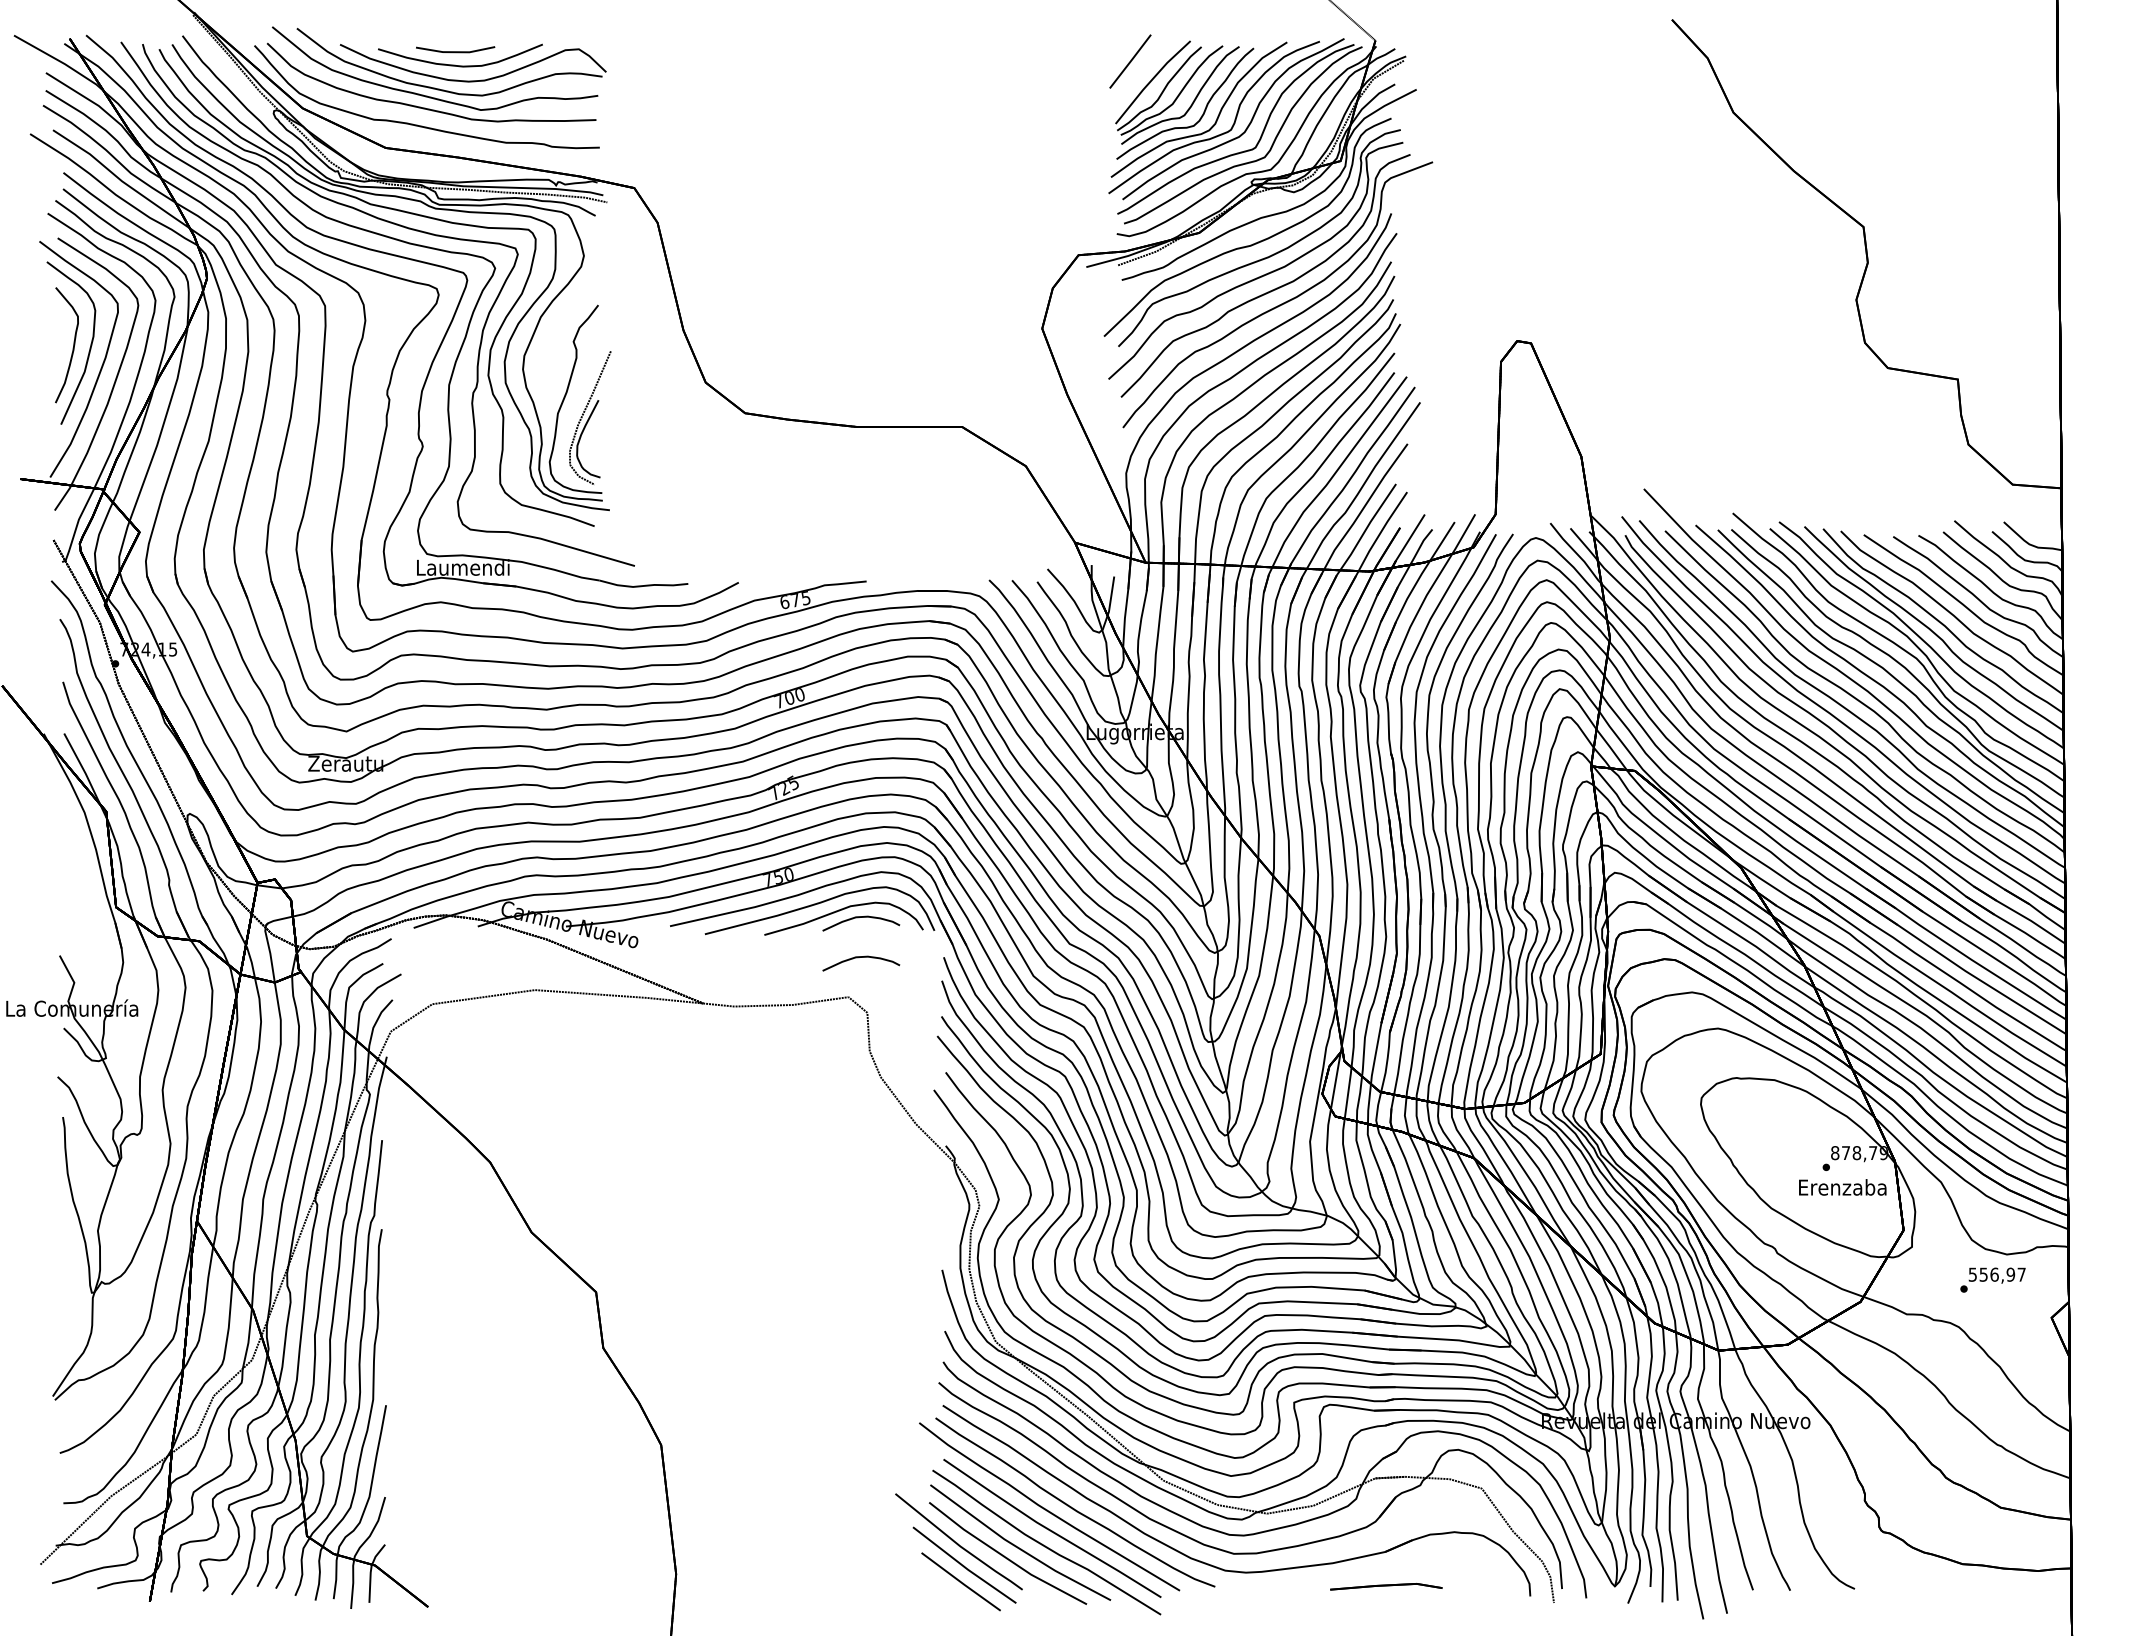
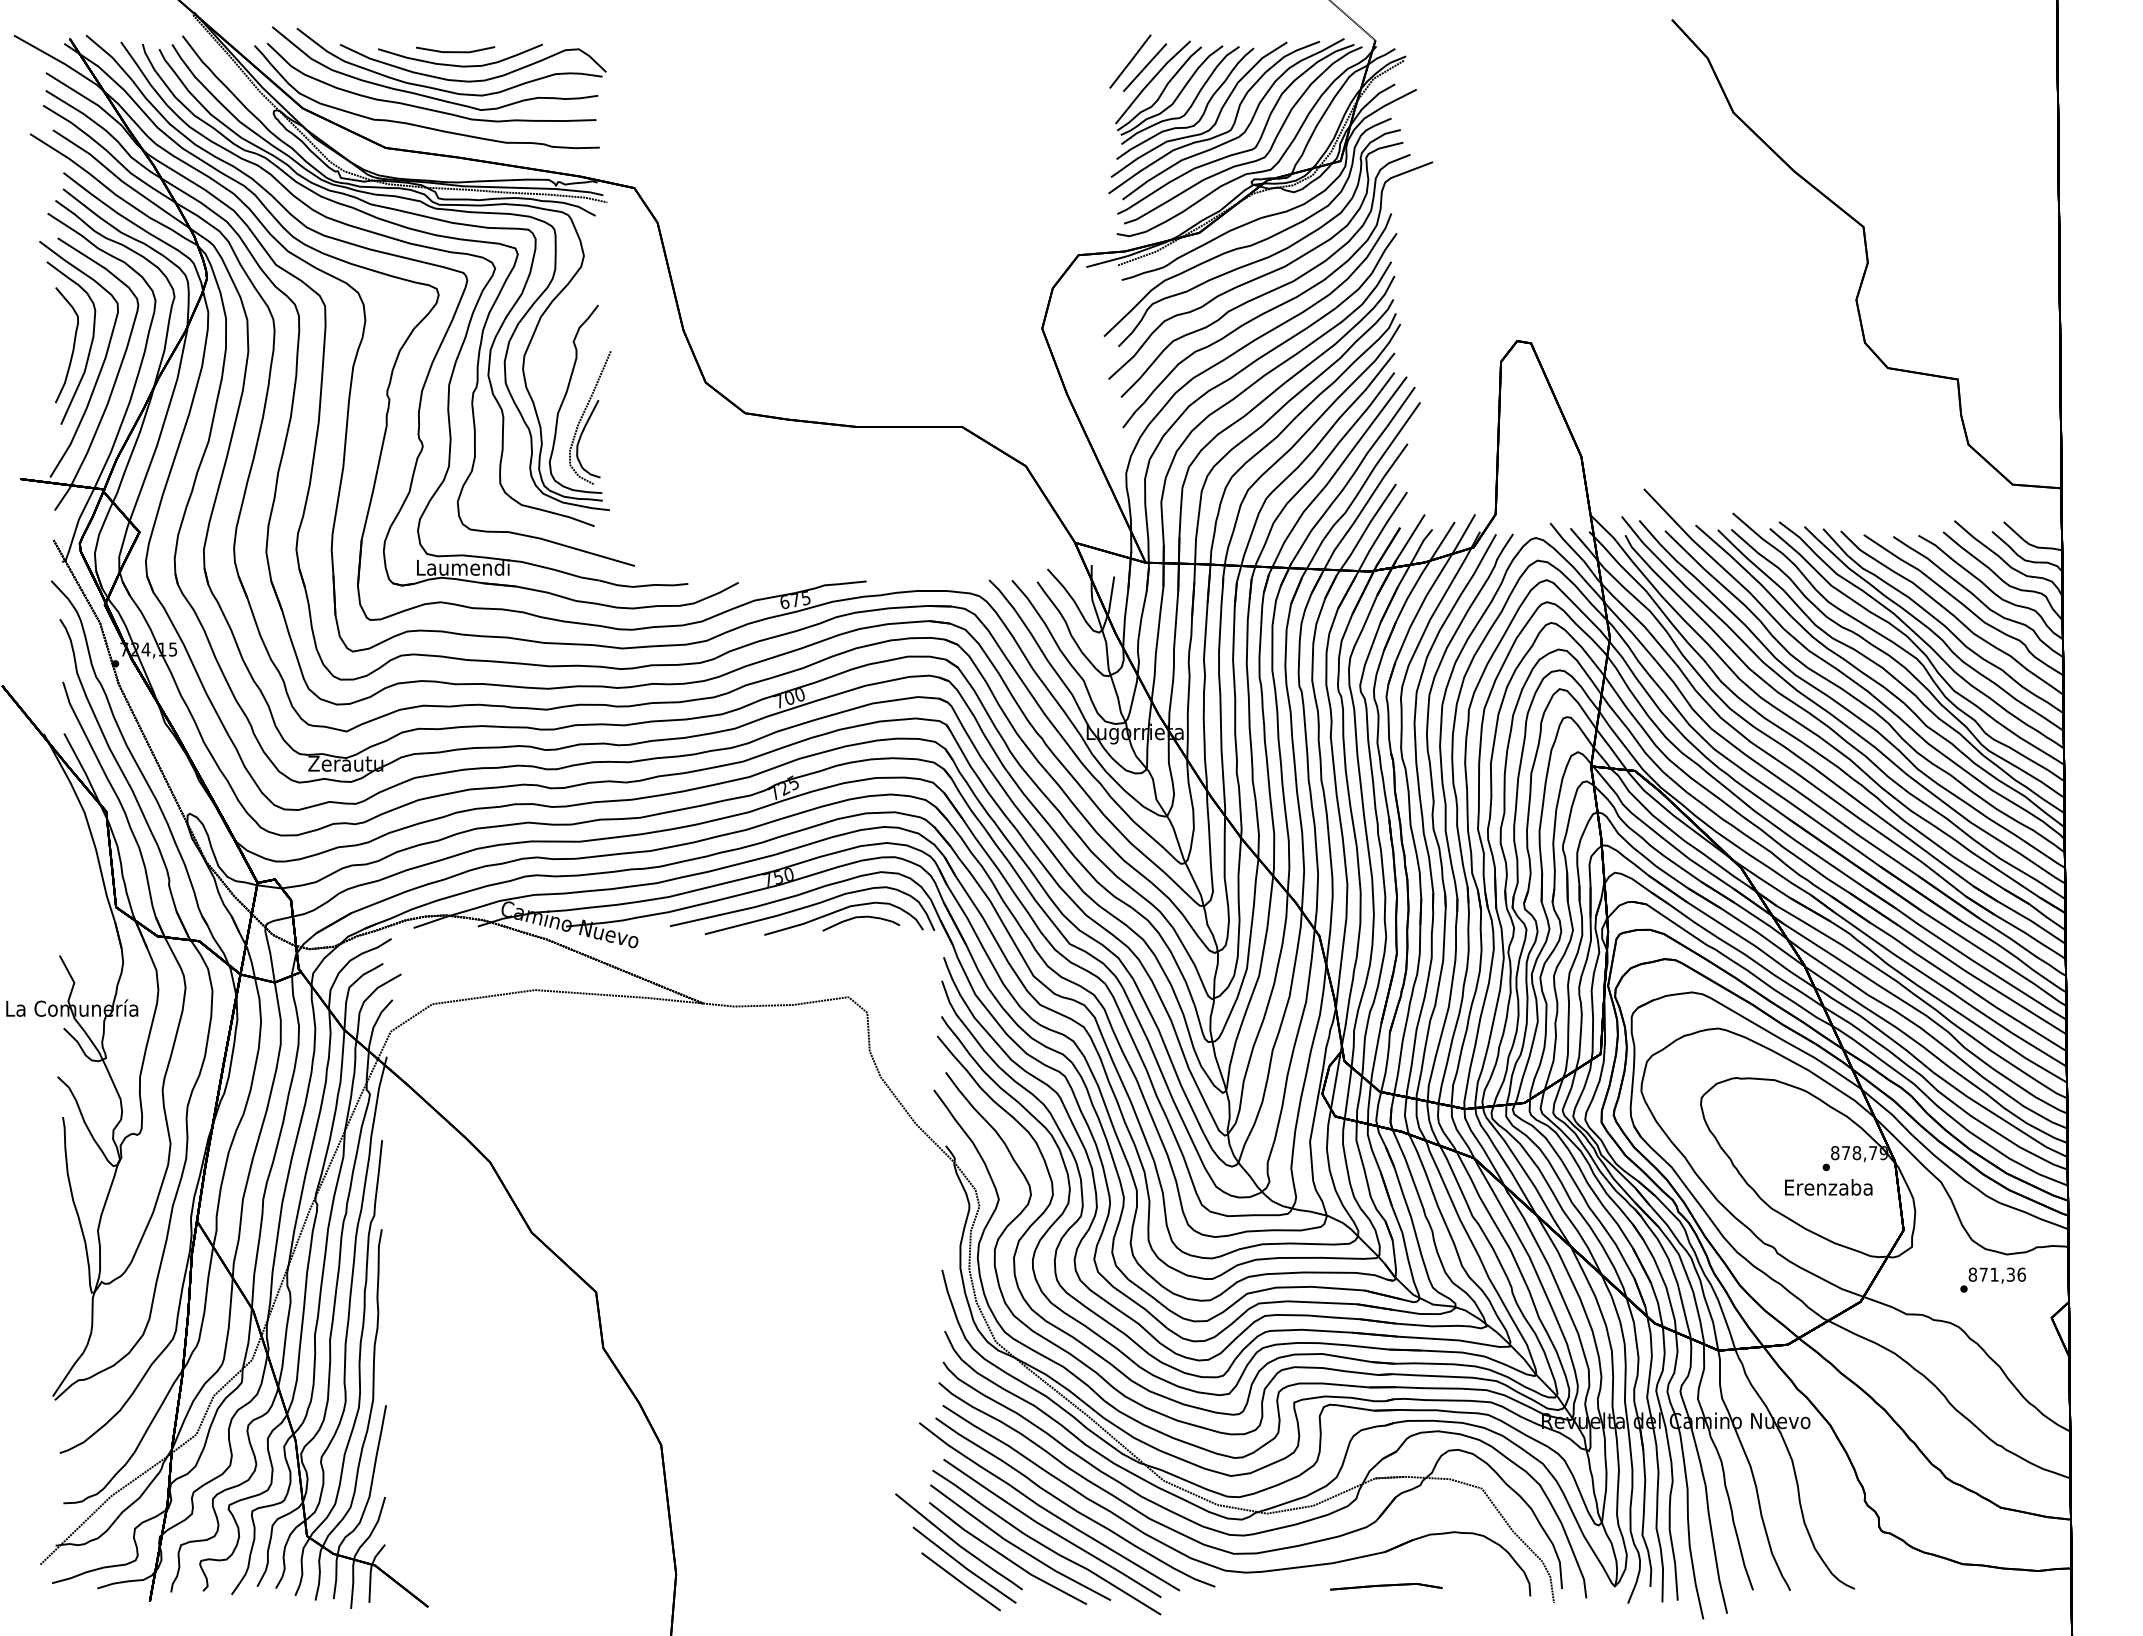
line at (1145, 67): none -> present
part at (861, 963): present -> none
text at (1842, 1187) position: (1842, 1187) -> (1828, 1187)
text at (1997, 1274): 556,97 -> 871,36
